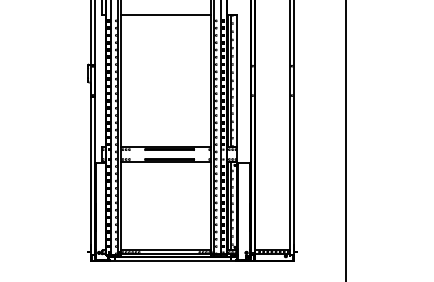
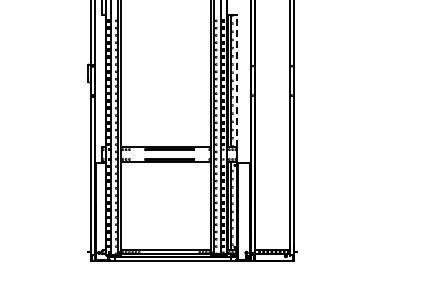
line at (166, 14): present -> none
line at (237, 80): solid -> dashed
line at (346, 140): present -> none
